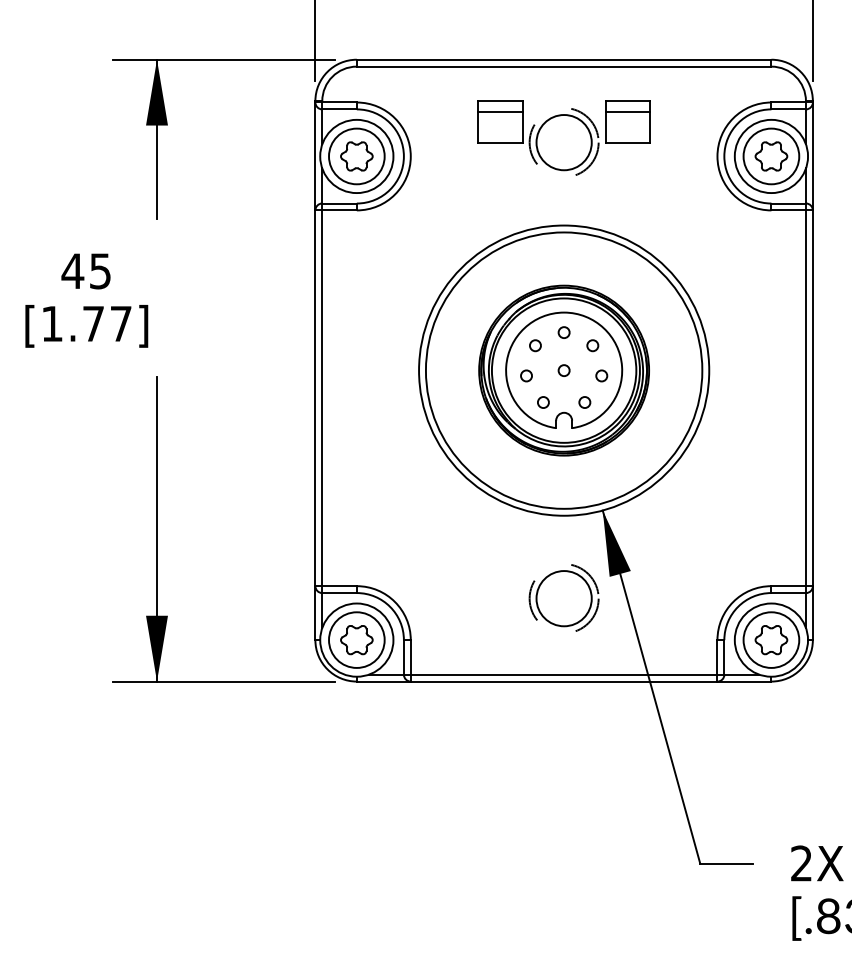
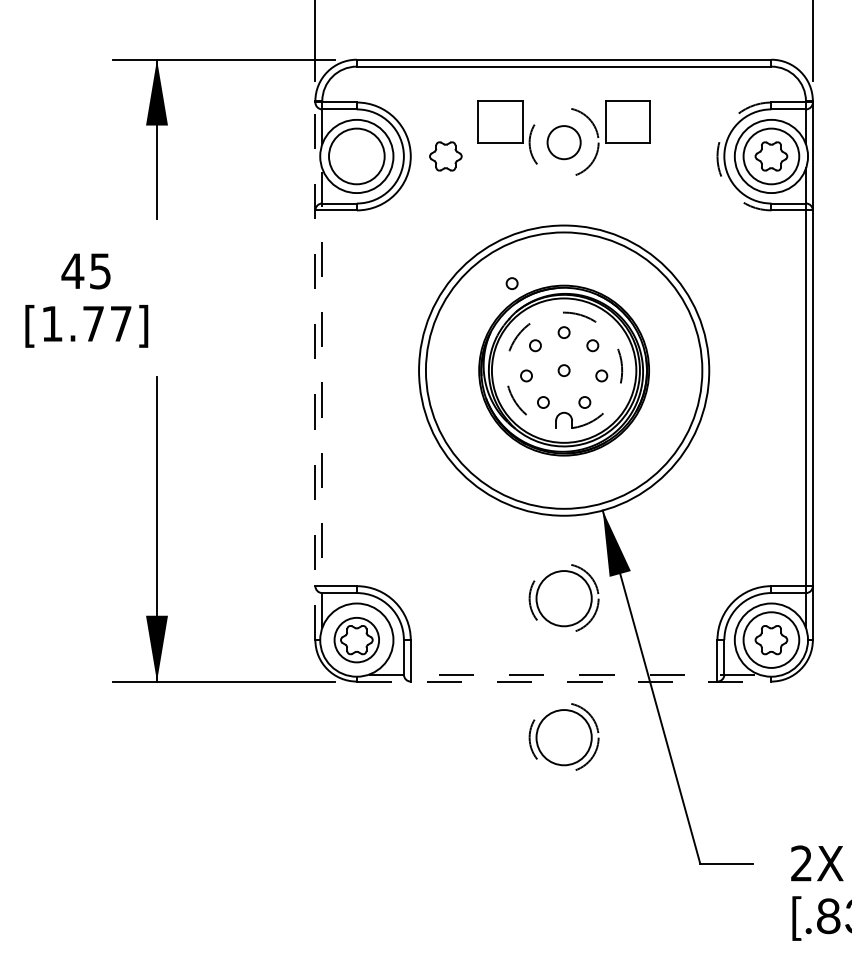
line at (500, 112): present -> none
line at (627, 112): present -> none
circle at (563, 142) diameter: 55 px -> 33 px
part at (356, 156) position: (356, 156) -> (445, 156)
arc at (717, 156): solid -> dashed
circle at (511, 283): none -> present
arc at (564, 312): solid -> dashed
line at (315, 370): solid -> dashed
line at (322, 398): solid -> dashed
circle at (356, 639) diameter: 56 px -> 45 px
line at (564, 674): solid -> dashed
line at (564, 681): solid -> dashed
part at (563, 736): none -> present
